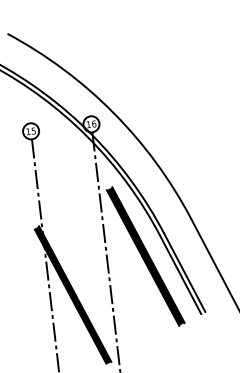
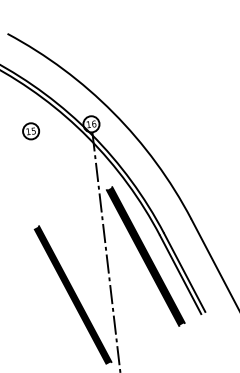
line at (44, 254): present -> none
